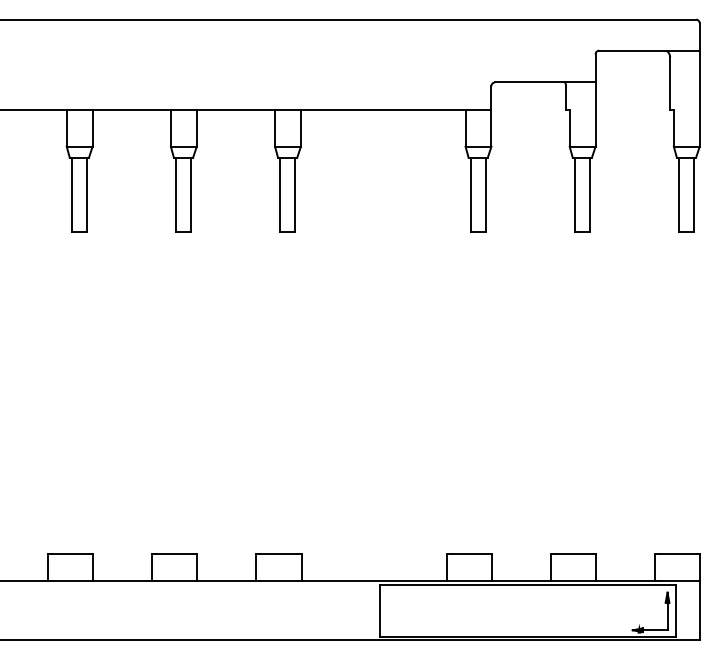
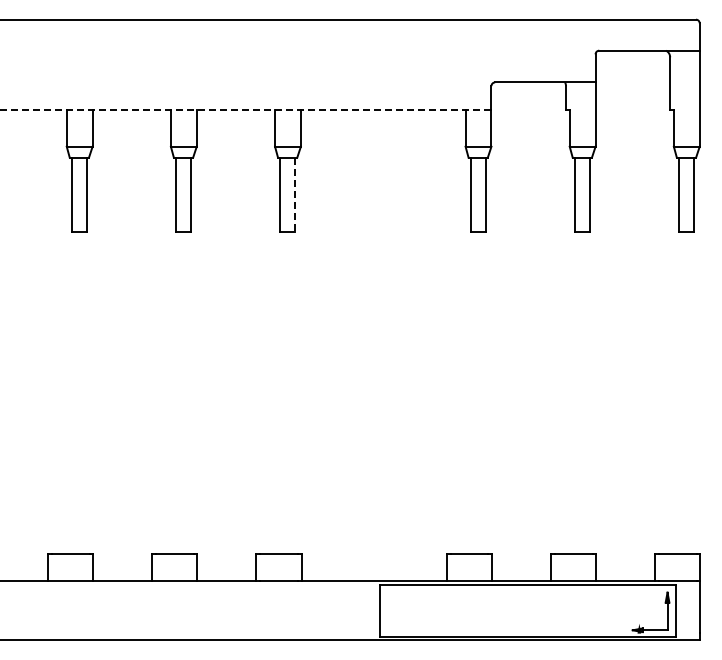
line at (245, 109): solid -> dashed
line at (295, 194): solid -> dashed
